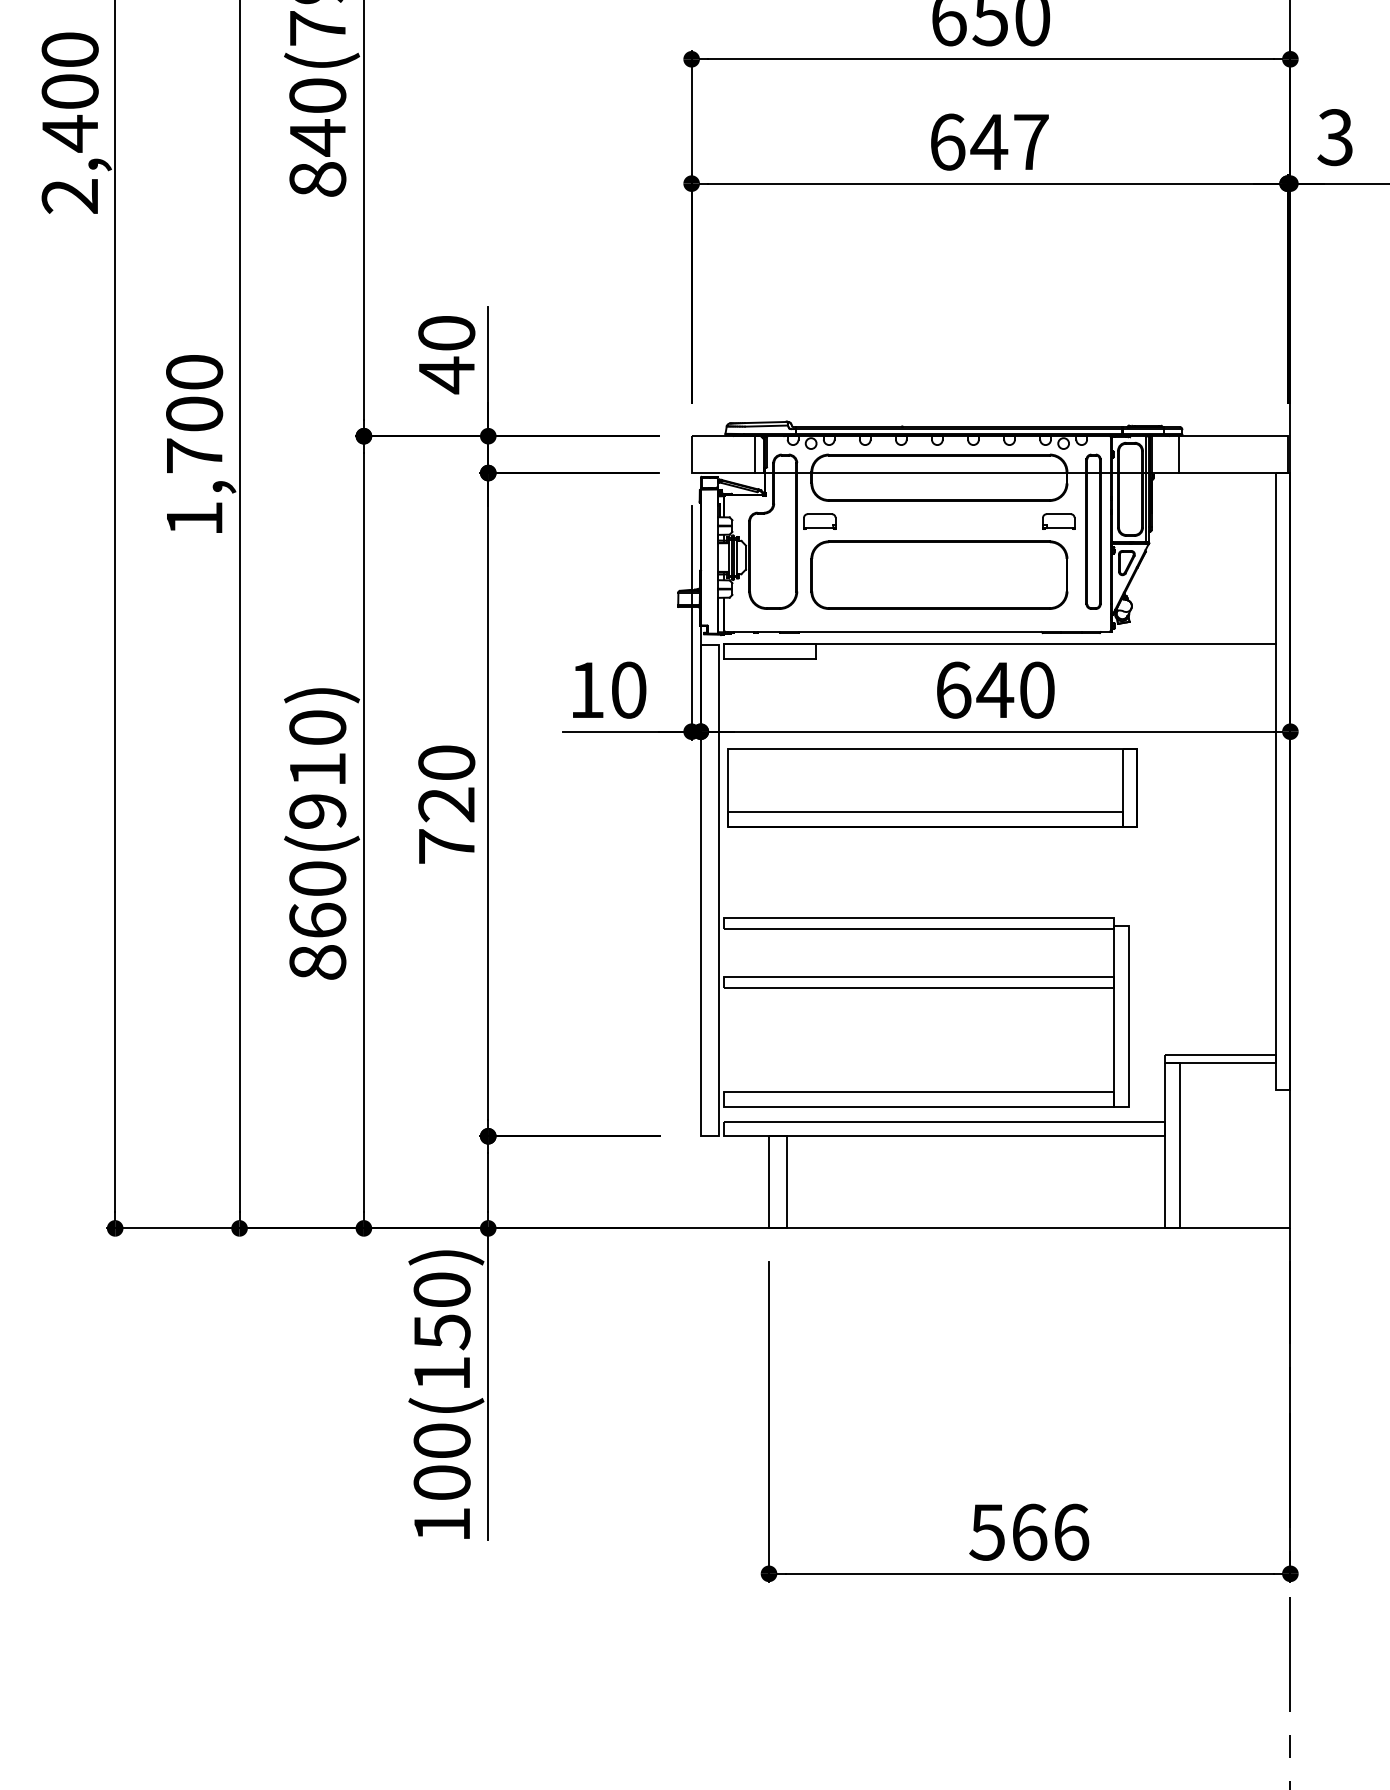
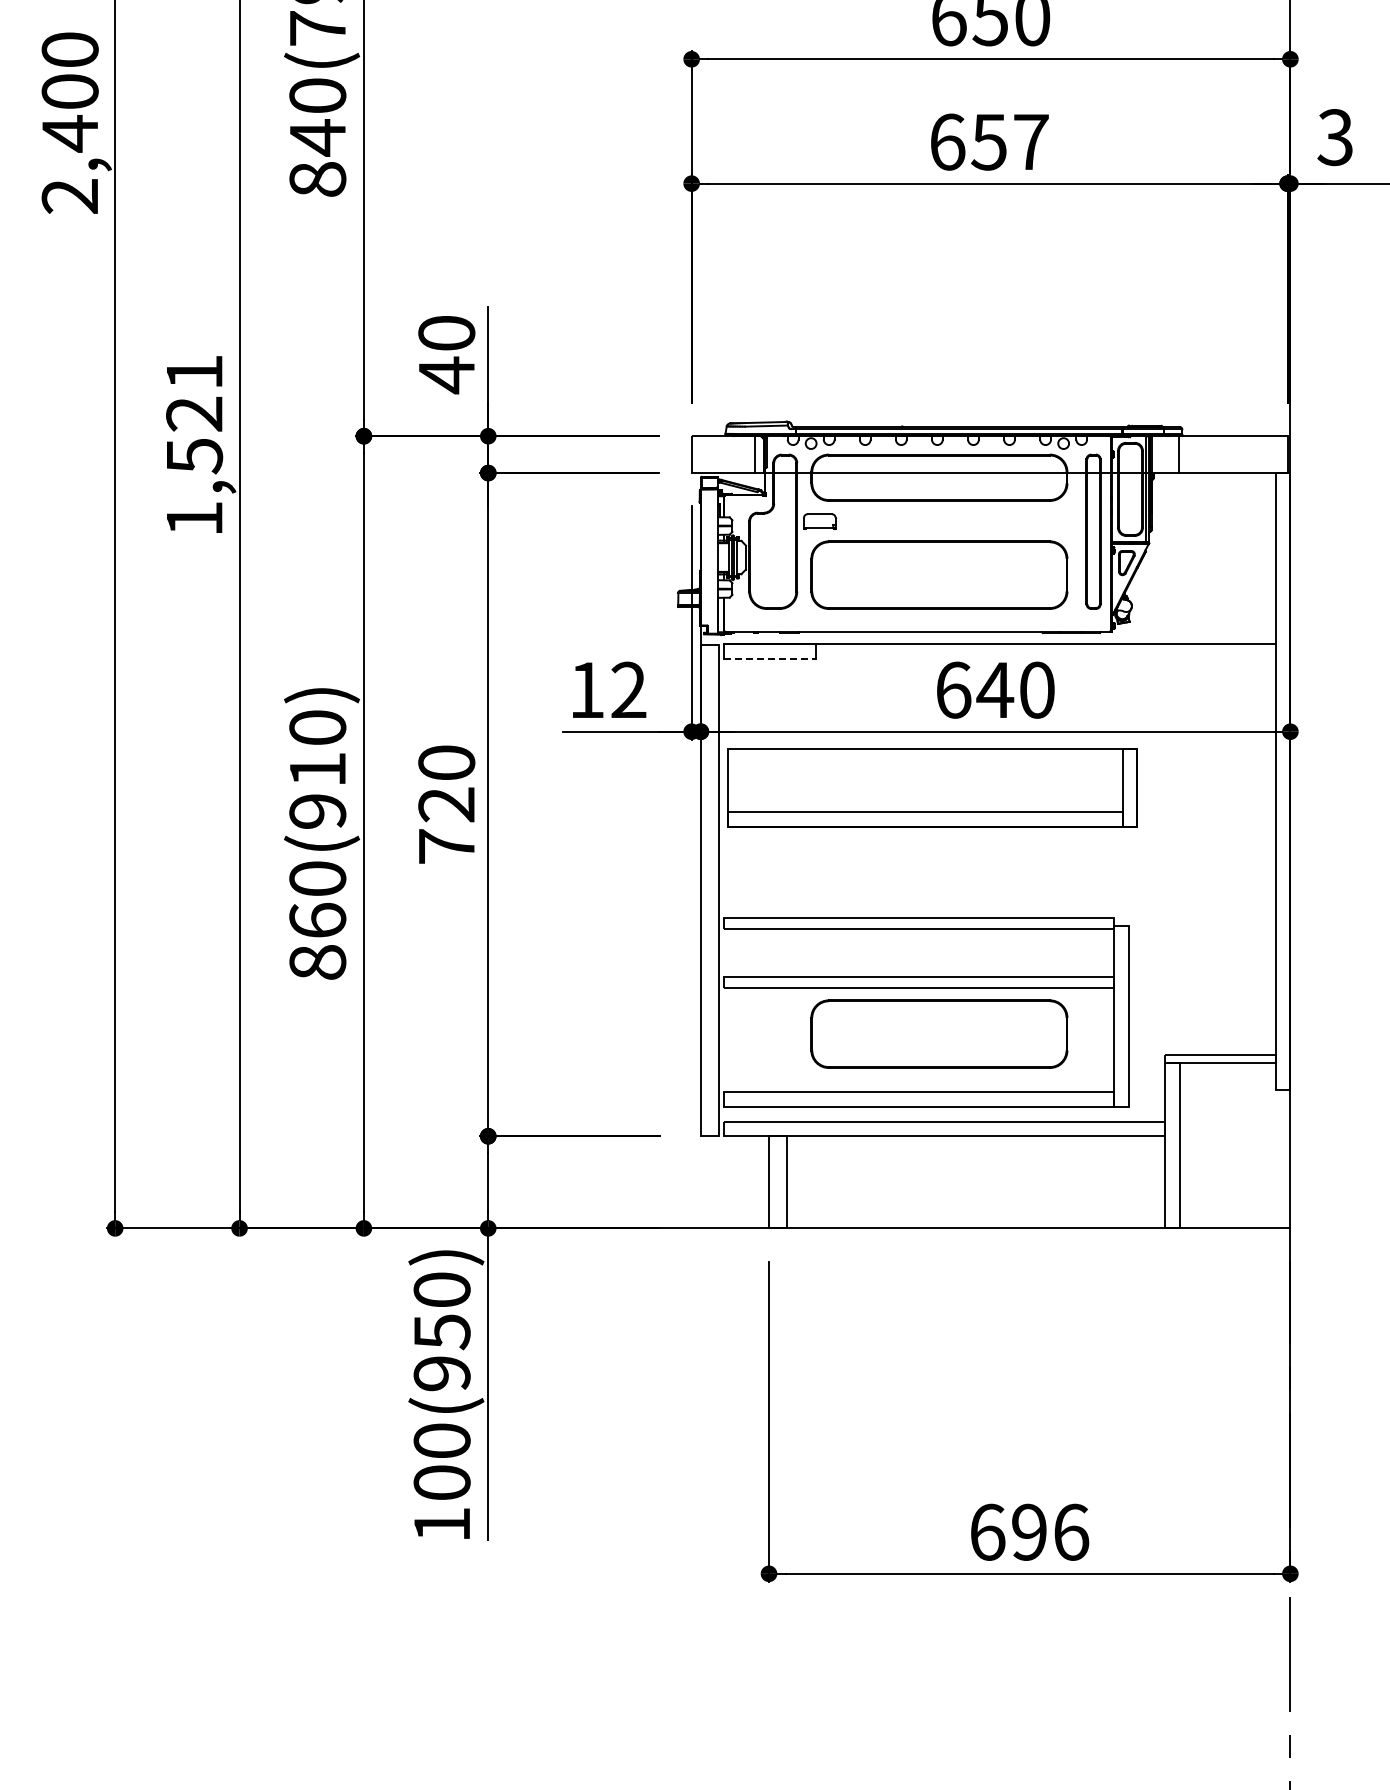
text at (989, 142): 647 -> 657
text at (194, 414): 1,700 -> 1,521
part at (1058, 521): present -> none
line at (770, 659): solid -> dashed
text at (628, 689): 10 -> 12
part at (939, 1033): none -> present
text at (441, 1373): 100(150) -> 100(950)
text at (1008, 1531): 566 -> 696
